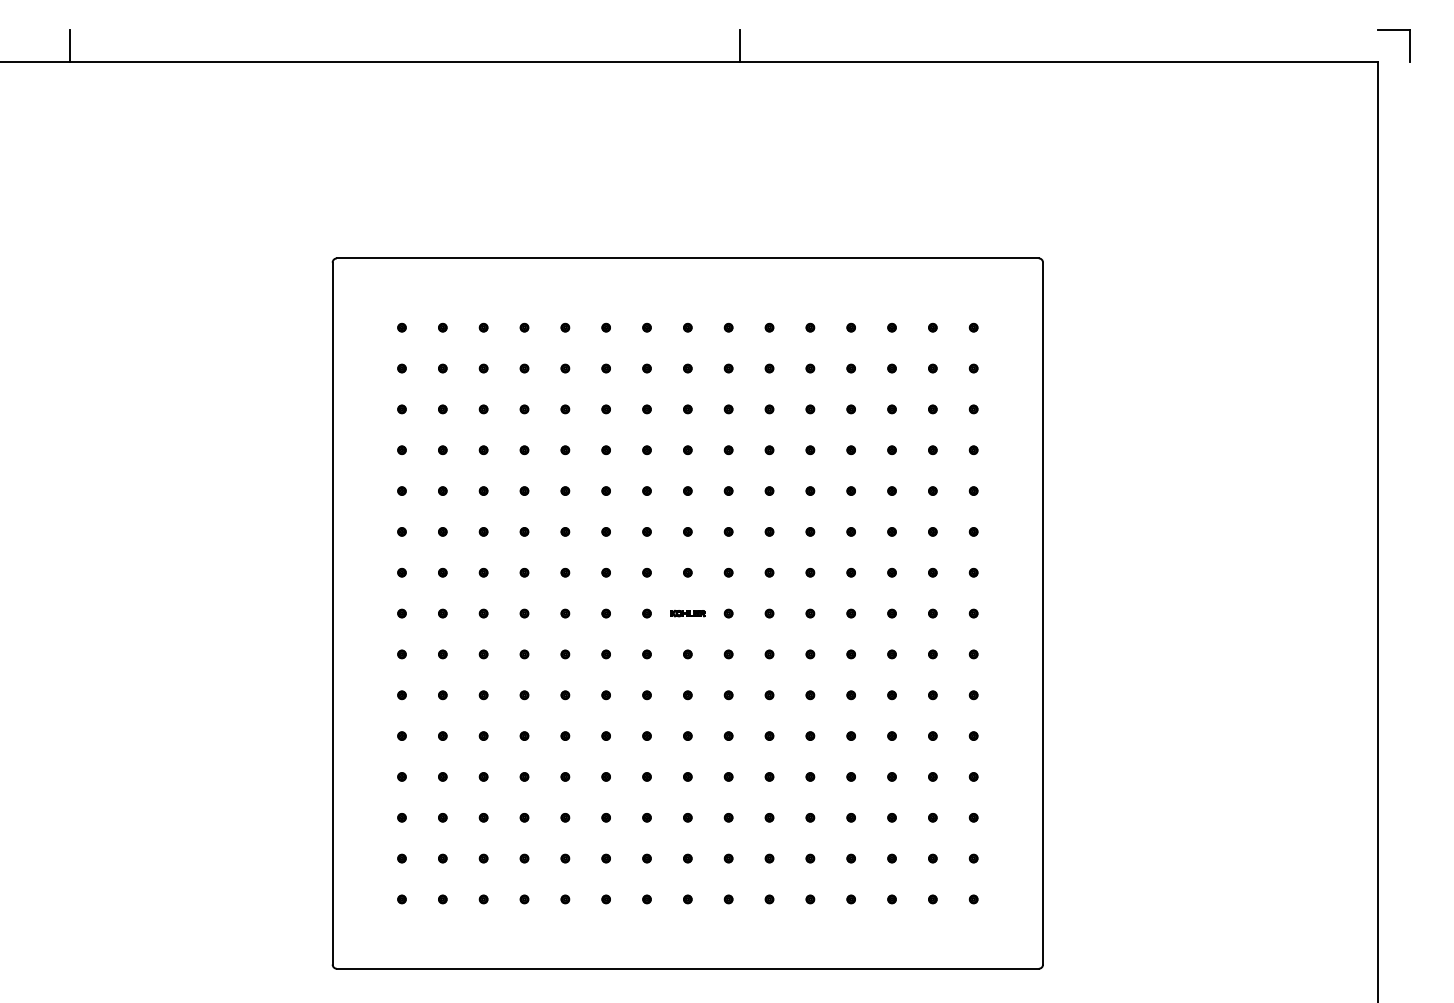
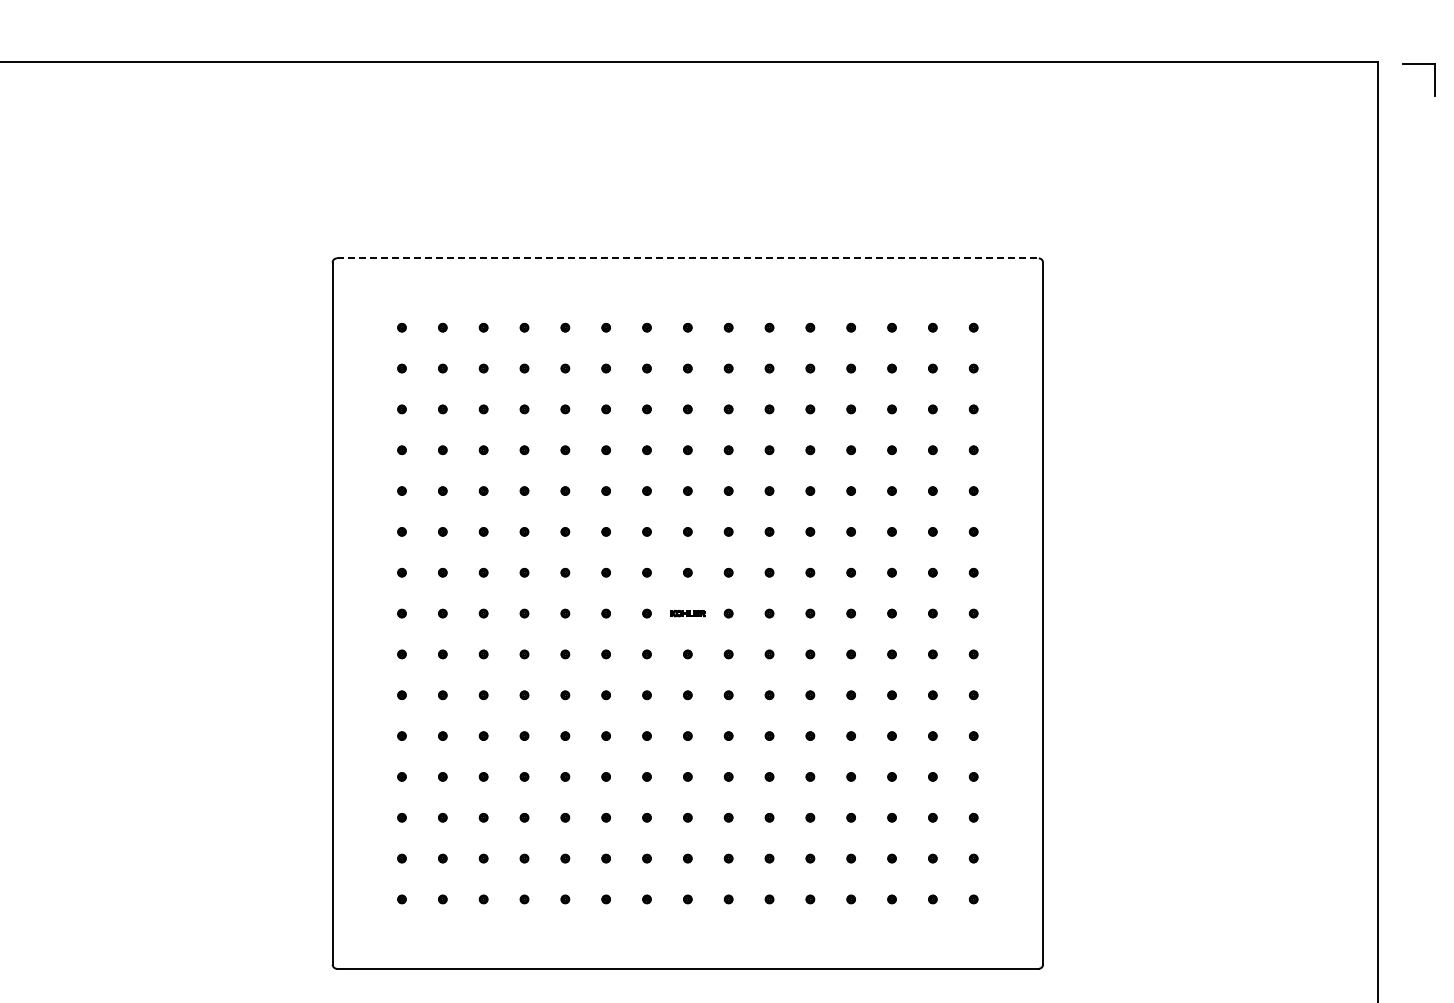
part at (1393, 30) position: (1393, 30) -> (1418, 64)
line at (70, 45): present -> none
line at (740, 45): present -> none
line at (687, 258): solid -> dashed
